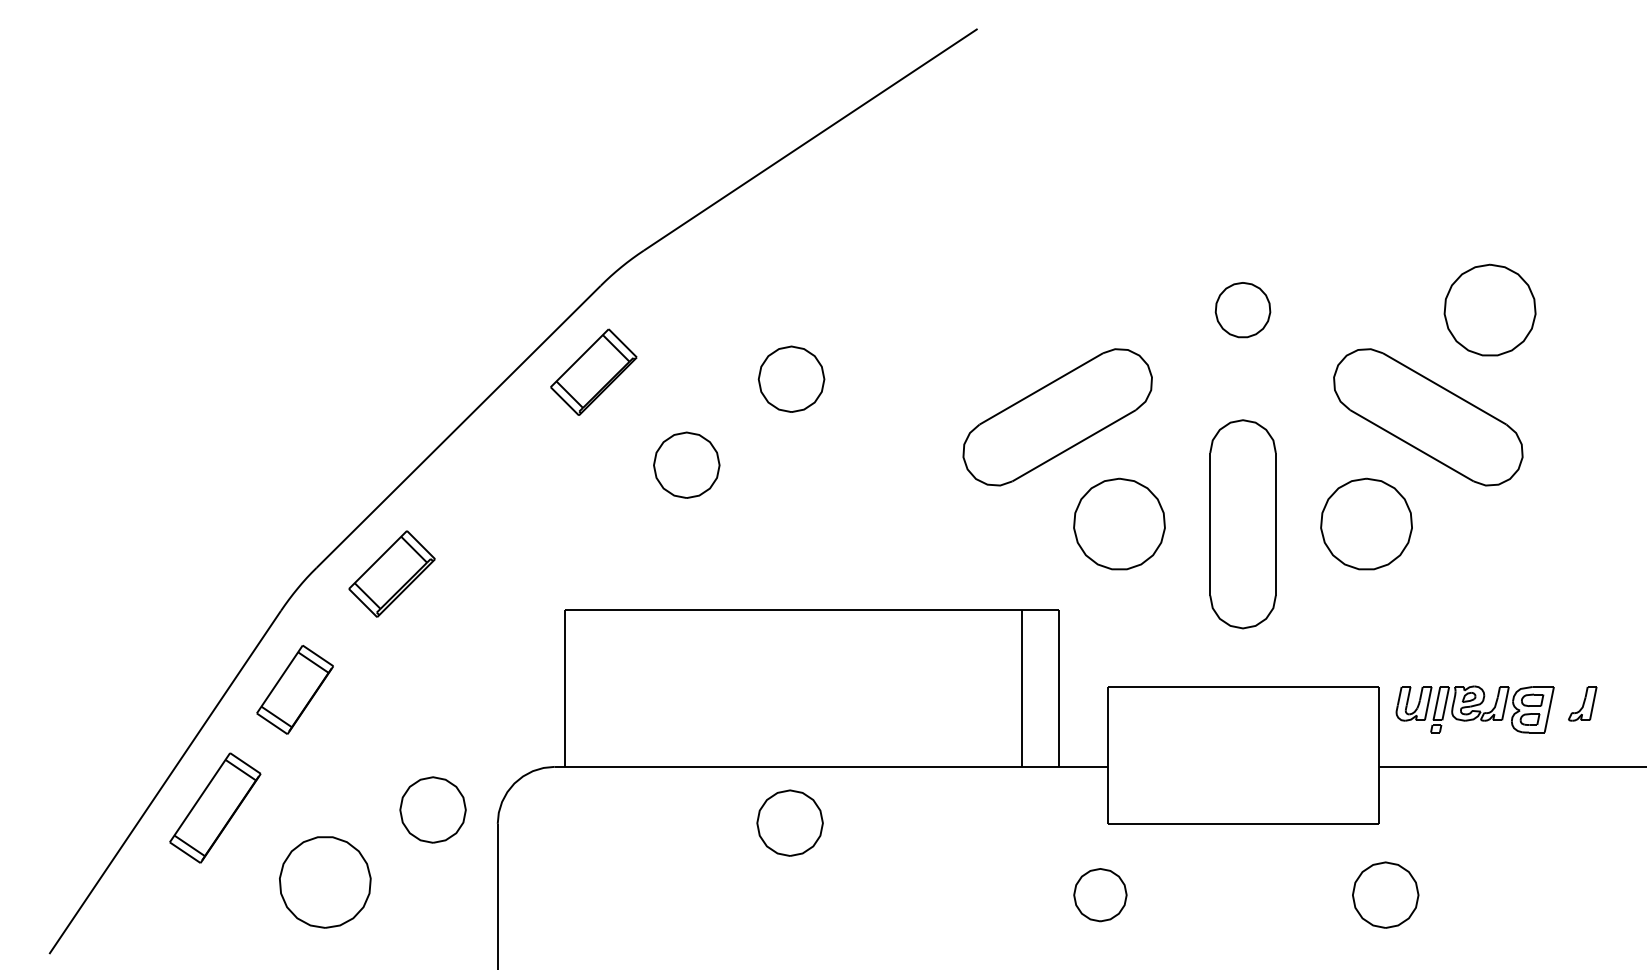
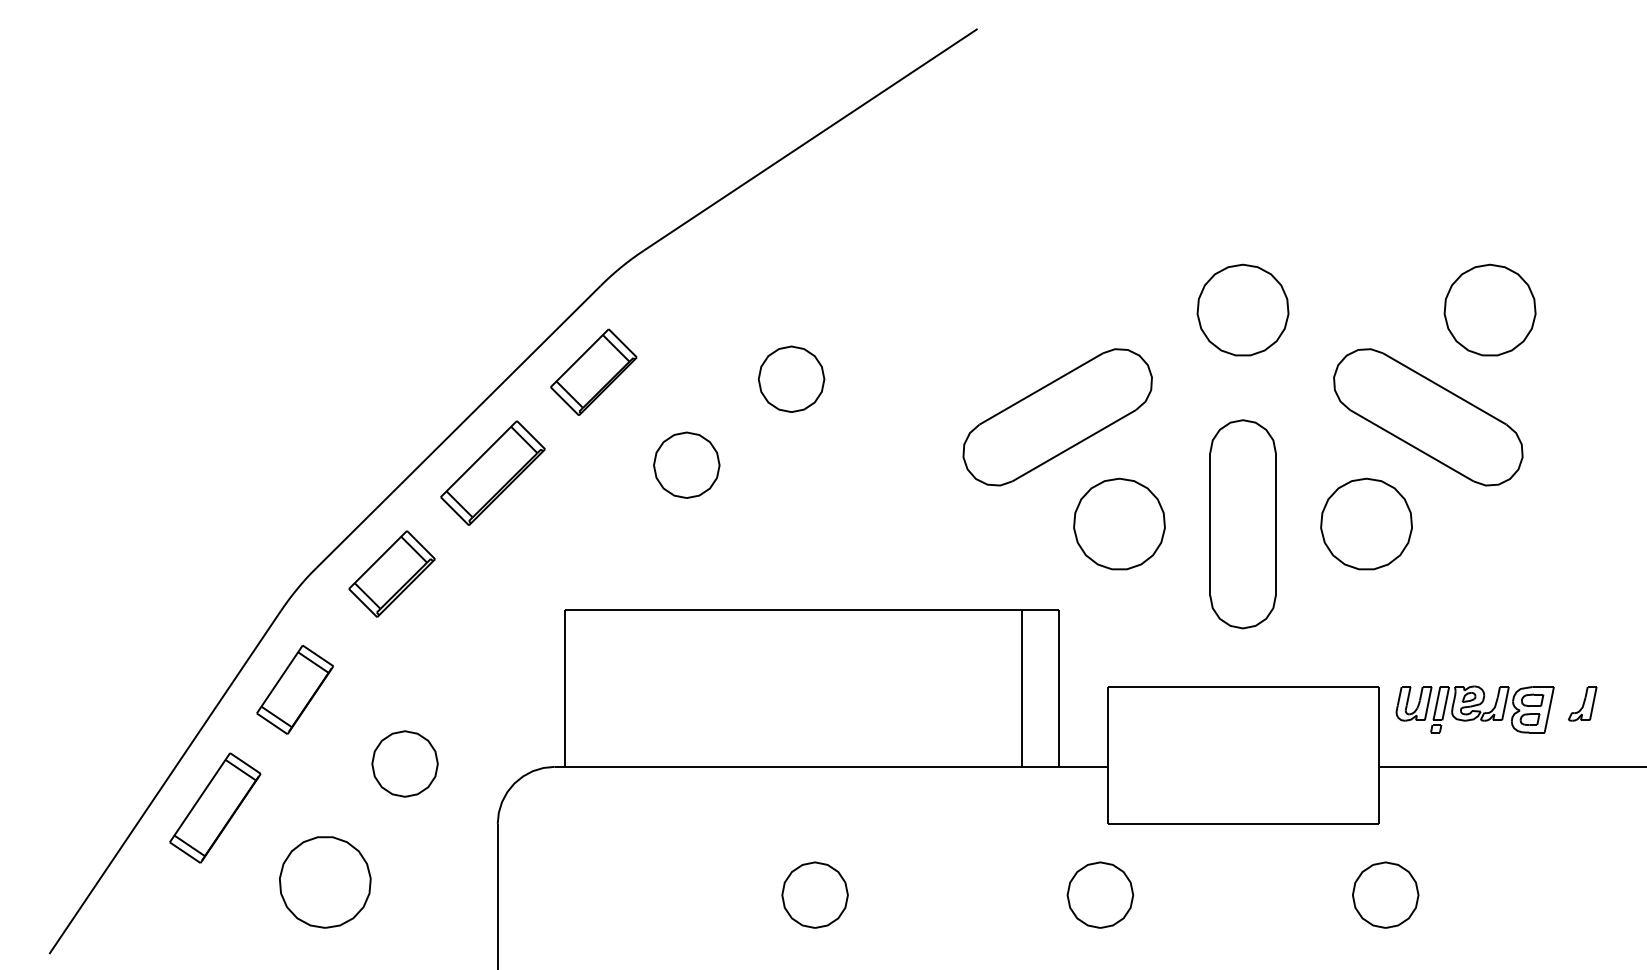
part at (1242, 310) size: 58x57 px -> 94x94 px
part at (492, 472): none -> present
part at (432, 809) position: (432, 809) -> (404, 763)
part at (789, 822) position: (789, 822) -> (814, 894)
part at (1100, 895) size: 55x55 px -> 69x68 px
